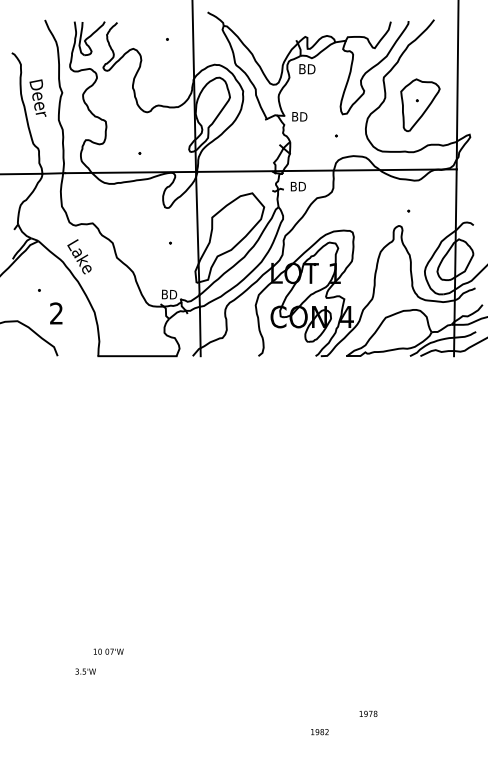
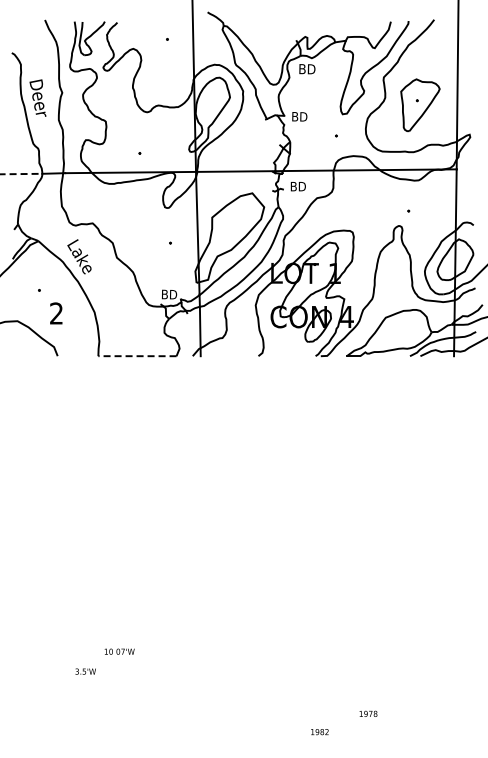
line at (21, 174): solid -> dashed
line at (136, 356): solid -> dashed
text at (108, 651) position: (108, 651) -> (119, 651)
